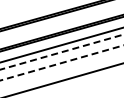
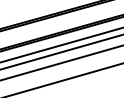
line at (61, 52): dashed -> solid
line at (61, 62): dashed -> solid
